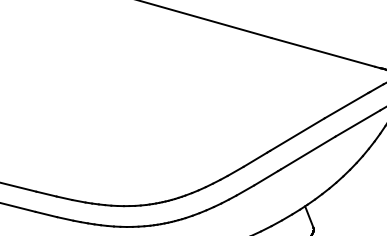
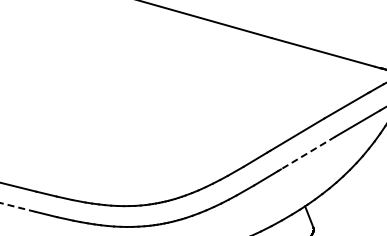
line at (308, 153): solid -> dashed
line at (17, 207): solid -> dashed
